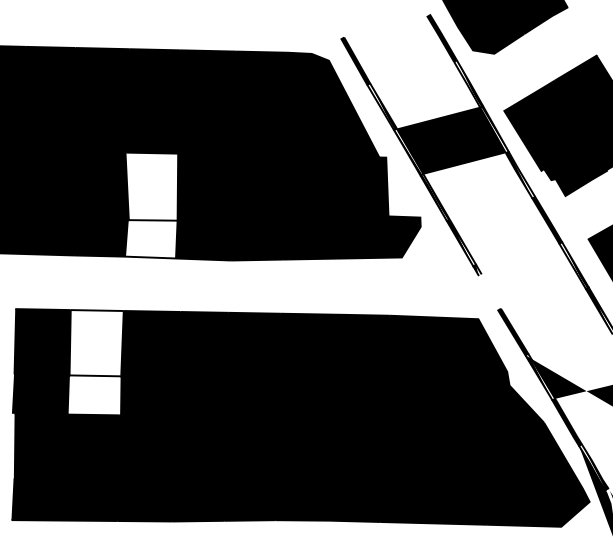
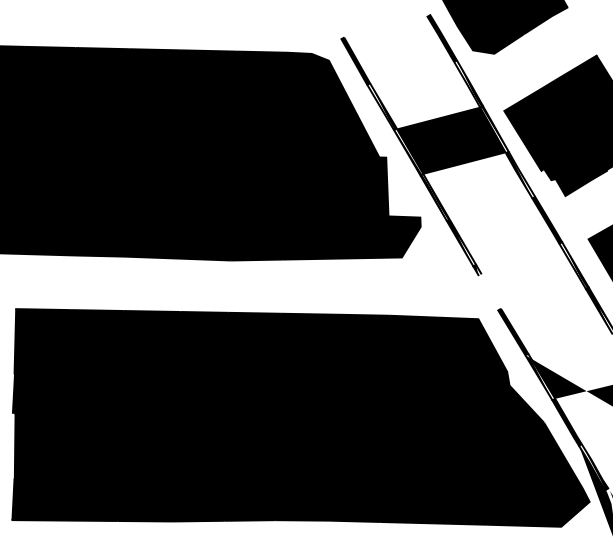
fill at (151, 205): none -> present
fill at (95, 362): none -> present
